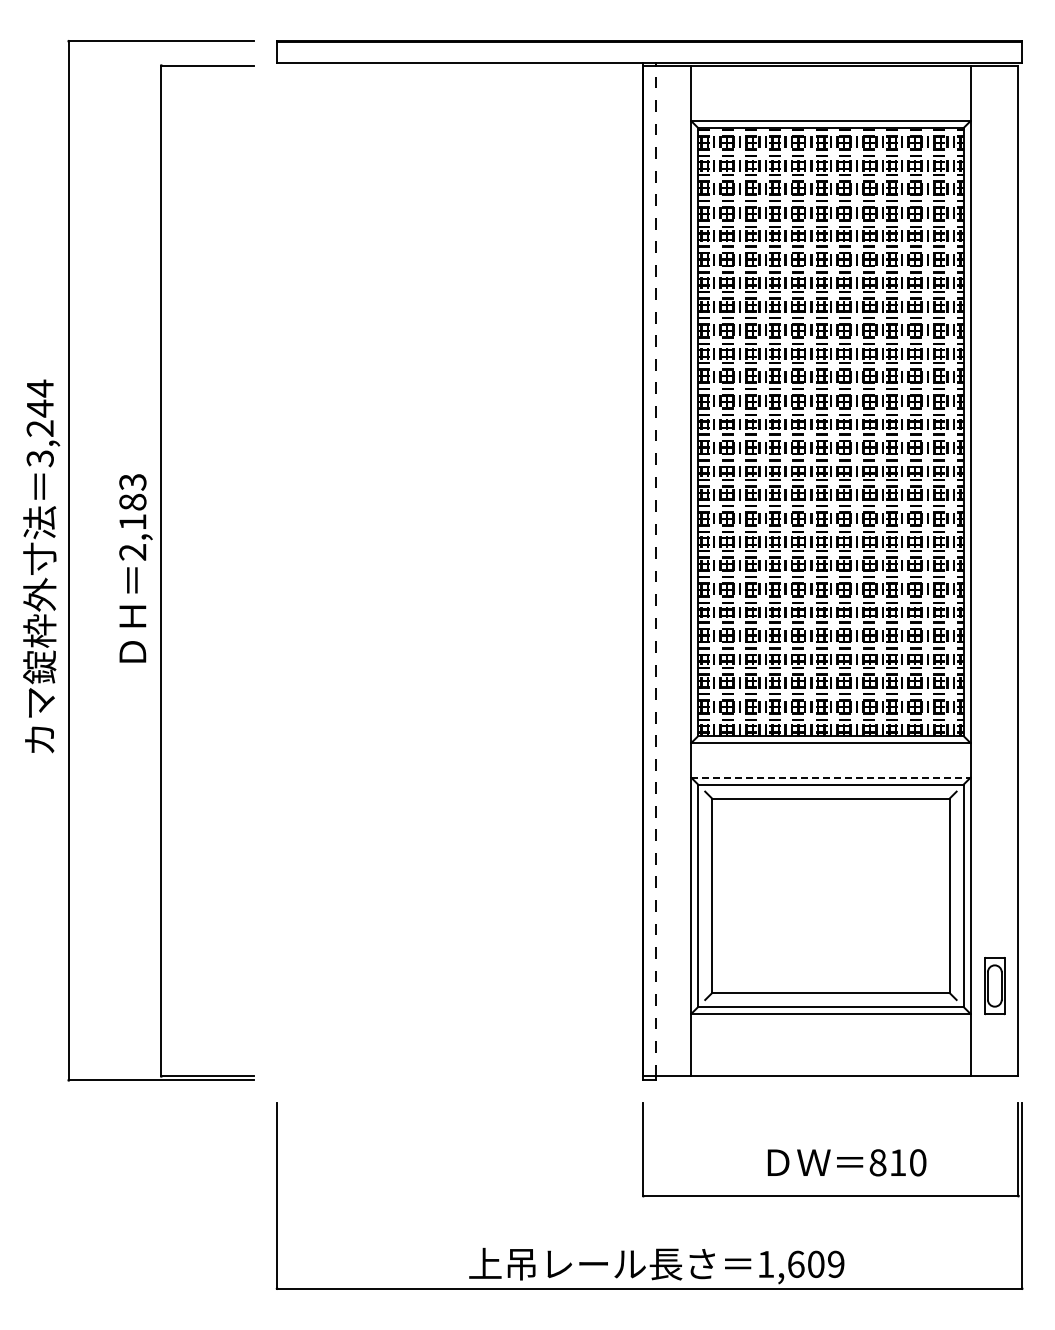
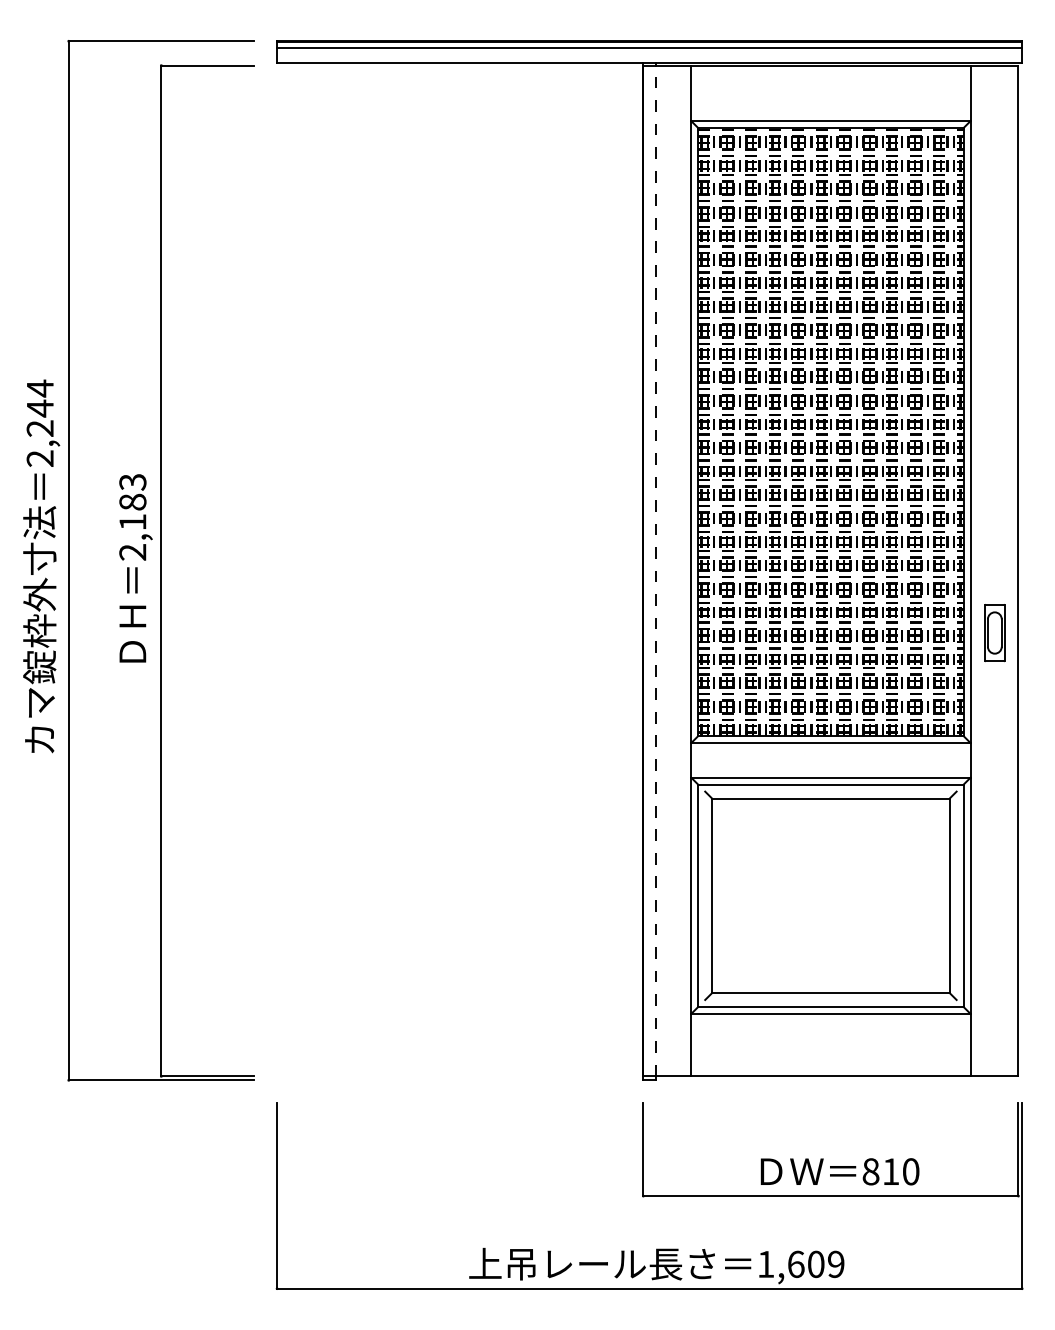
line at (649, 48): none -> present
text at (40, 458): 3,244 -> 2,244
line at (830, 777): dashed -> solid
part at (994, 986) position: (994, 986) -> (994, 633)
text at (846, 1162) position: (846, 1162) -> (839, 1171)
